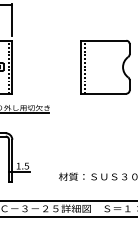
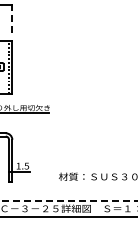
line at (12, 20): solid -> dashed
part at (105, 67): present -> none
line at (69, 201): solid -> dashed
